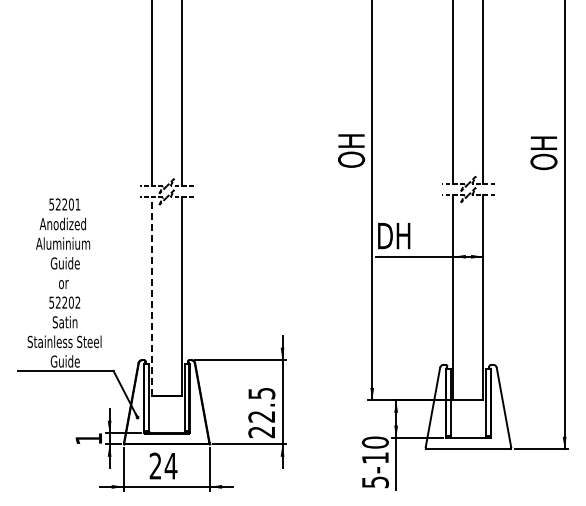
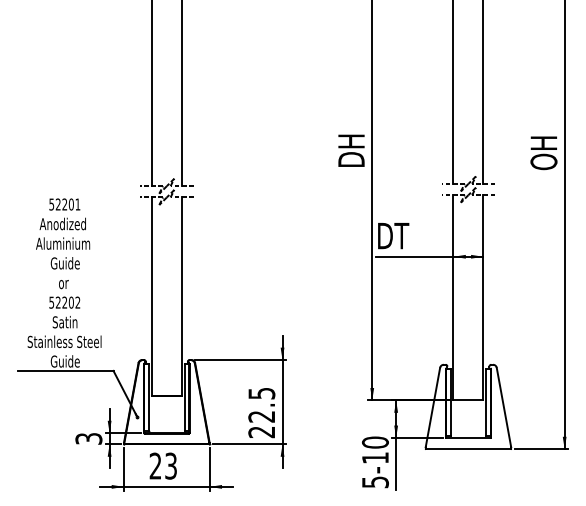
text at (351, 150): OH -> DH
text at (402, 236): DH -> DT
line at (151, 296): dashed -> solid
text at (88, 438): 1 -> 3
text at (170, 465): 24 -> 23
